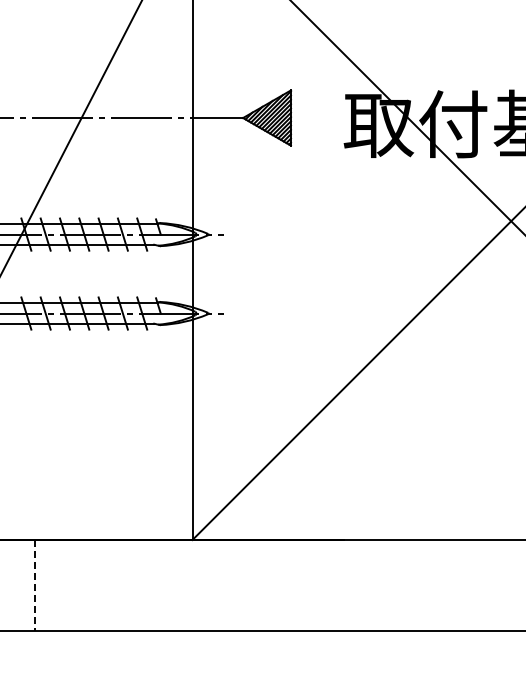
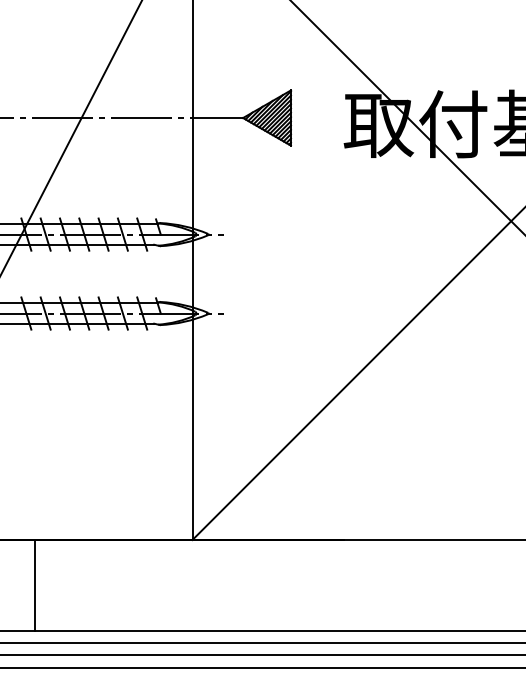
line at (34, 585): dashed -> solid
line at (262, 643): none -> present
line at (262, 655): none -> present
line at (262, 667): none -> present
